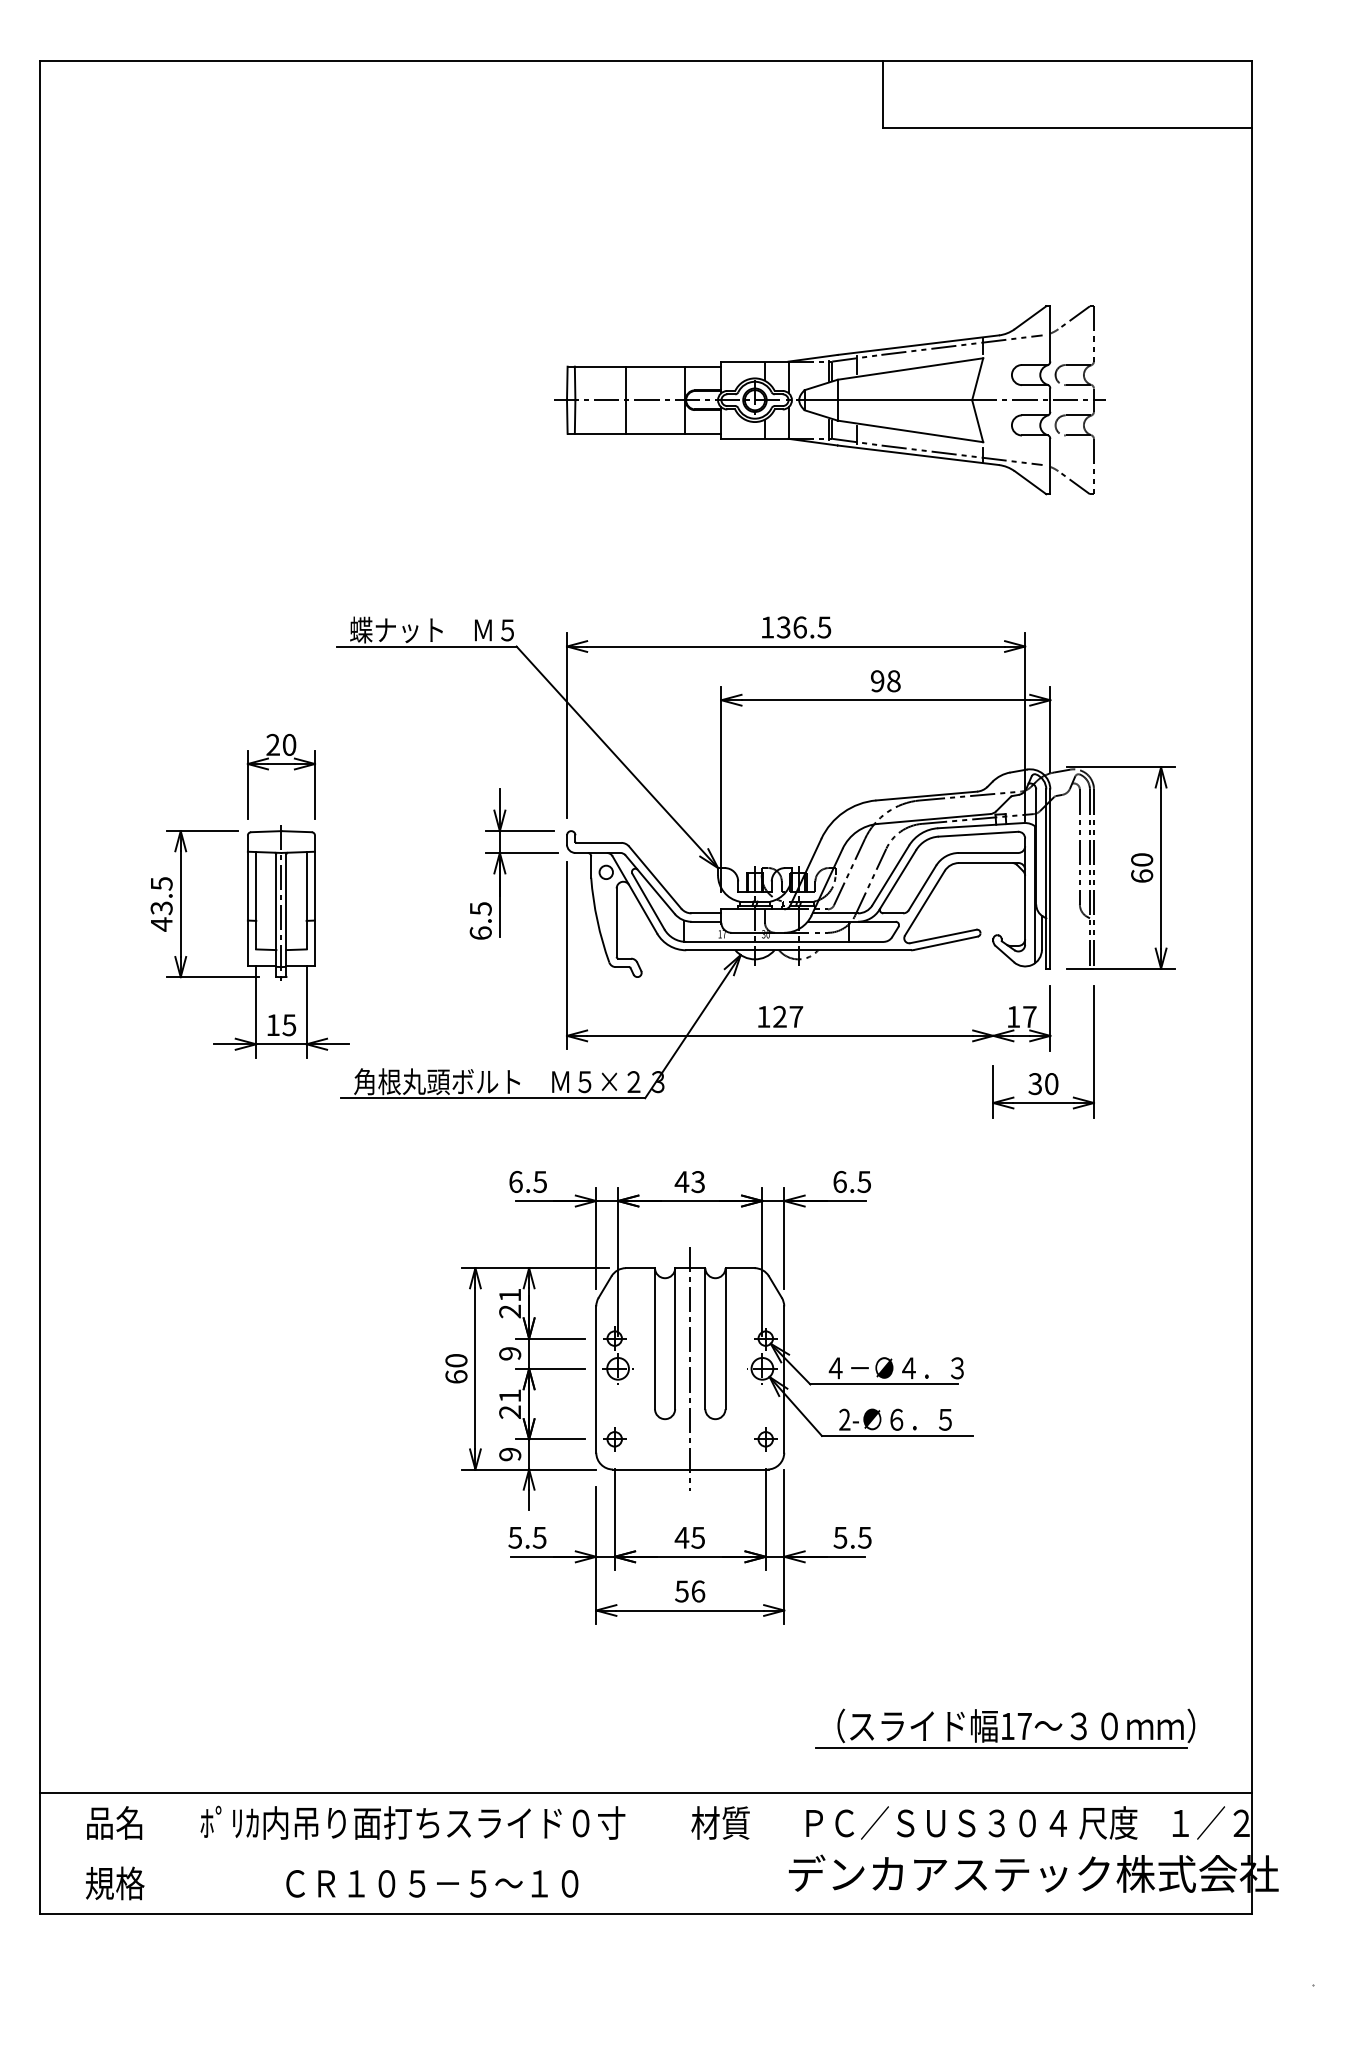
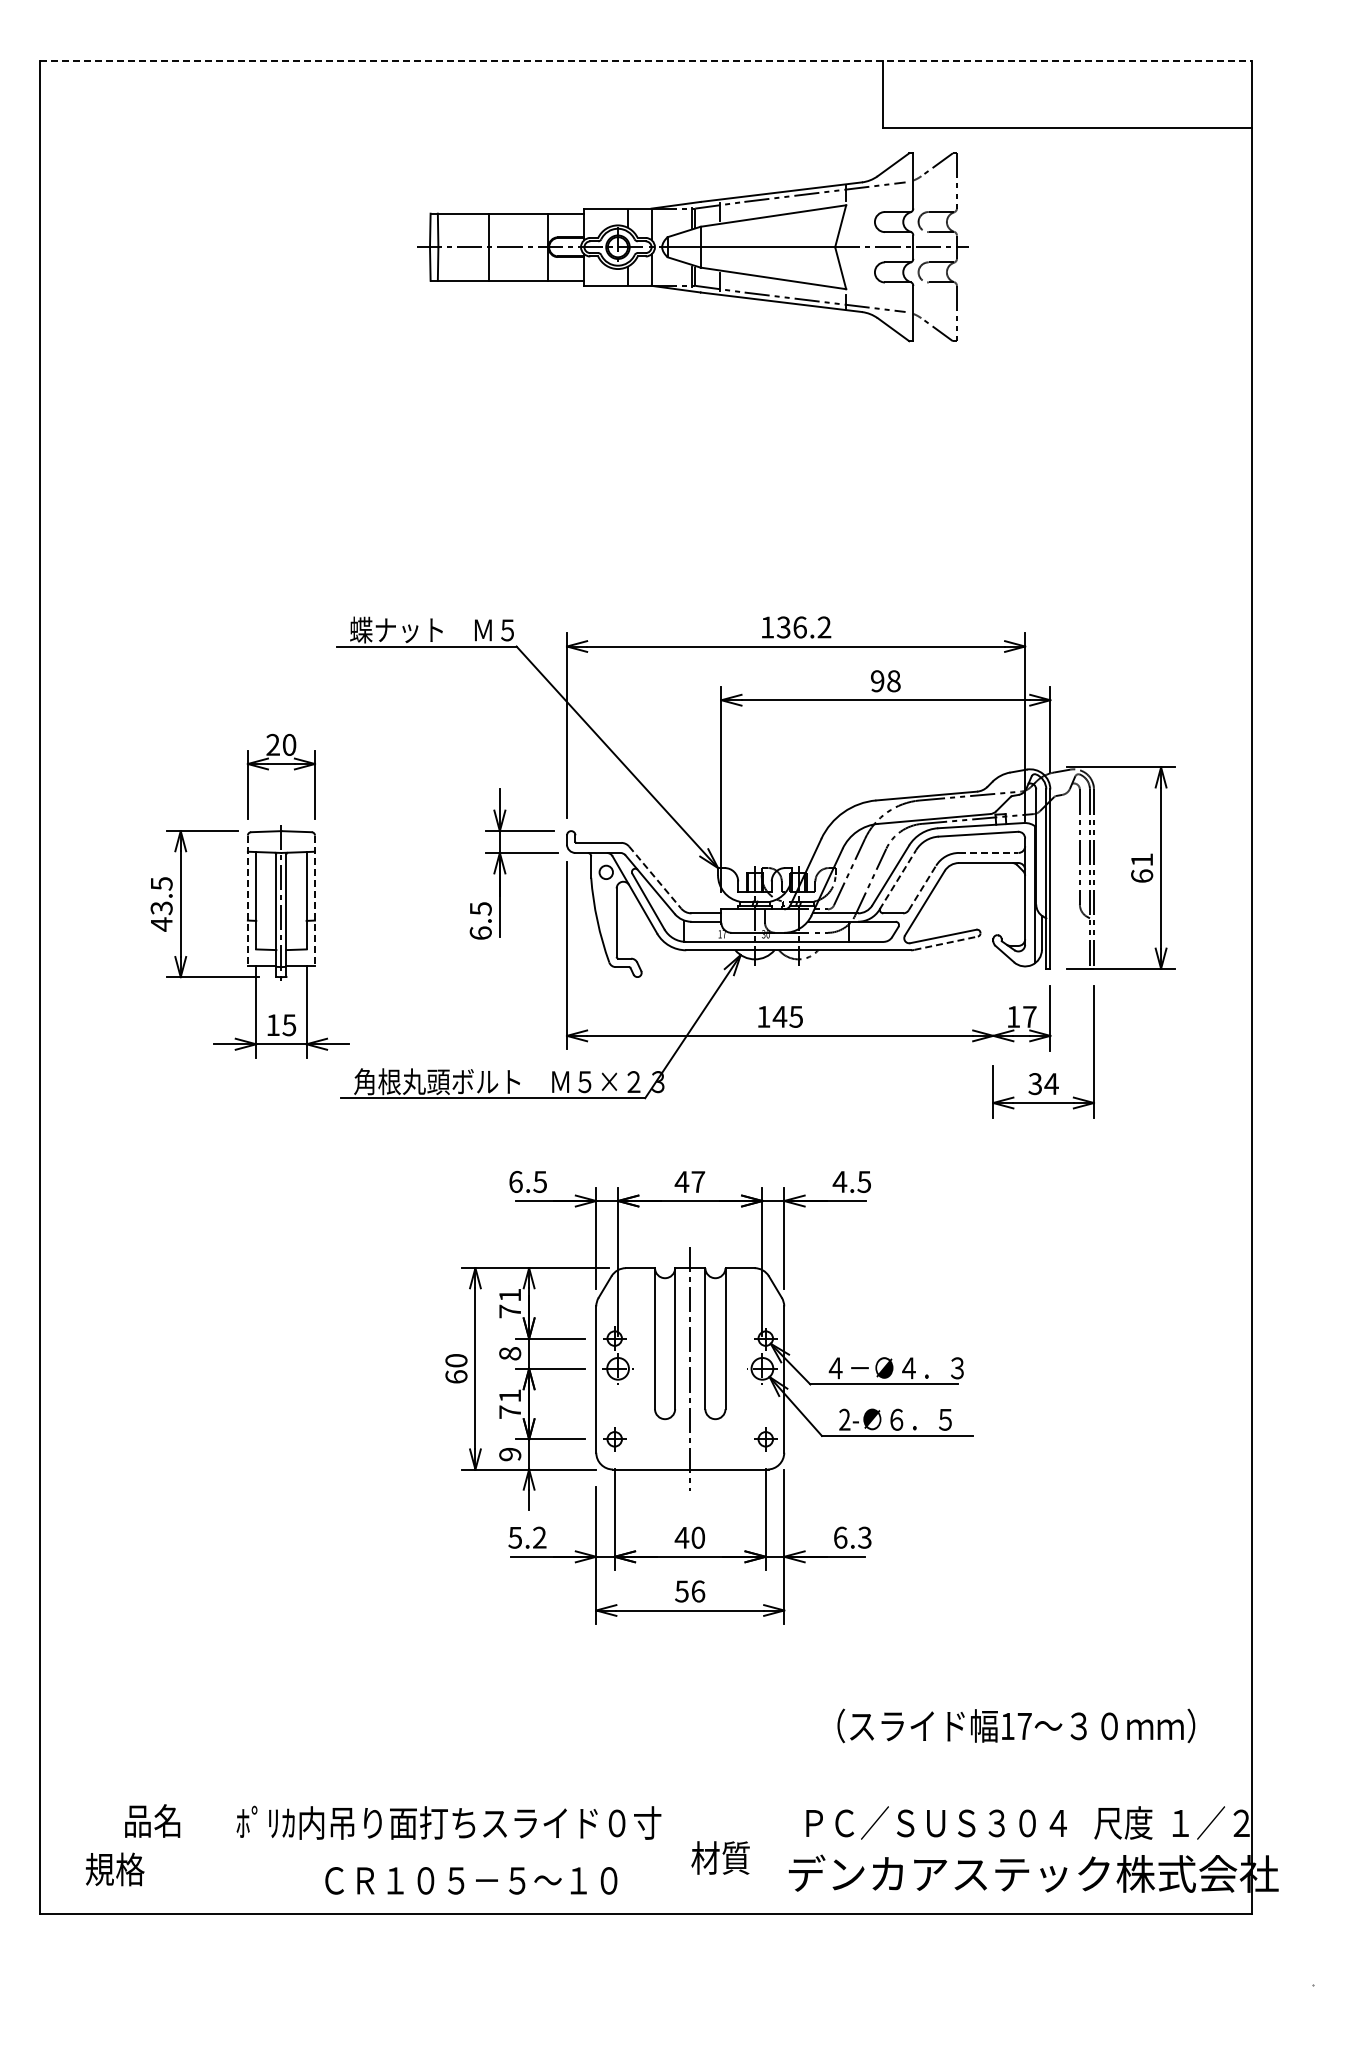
line at (646, 61): solid -> dashed
part at (829, 400) position: (829, 400) -> (692, 247)
text at (824, 627): 136.5 -> 136.2
line at (988, 852): solid -> dashed
text at (1142, 859): 60 -> 61
line at (655, 877): solid -> dashed
line at (897, 879): solid -> dashed
line at (922, 887): solid -> dashed
line at (247, 901): solid -> dashed
line at (315, 901): solid -> dashed
line at (946, 943): solid -> dashed
text at (787, 1016): 127 -> 145
text at (1051, 1084): 30 -> 34
text at (839, 1181): 6.5 -> 4.5
text at (698, 1182): 43 -> 47
text at (509, 1311): 21 -> 71
text at (510, 1353): 9 -> 8
text at (509, 1411): 21 -> 71
text at (539, 1537): 5.5 -> 5.2
text at (697, 1537): 45 -> 40
text at (852, 1537): 5.5 -> 6.3
line at (1001, 1747): present -> none
line at (646, 1793): present -> none
text at (114, 1822) position: (114, 1822) -> (152, 1820)
text at (412, 1822) position: (412, 1822) -> (448, 1822)
text at (720, 1822) position: (720, 1822) -> (720, 1857)
text at (1108, 1822) position: (1108, 1822) -> (1123, 1822)
text at (115, 1883) position: (115, 1883) -> (115, 1869)
text at (432, 1883) position: (432, 1883) -> (471, 1880)
